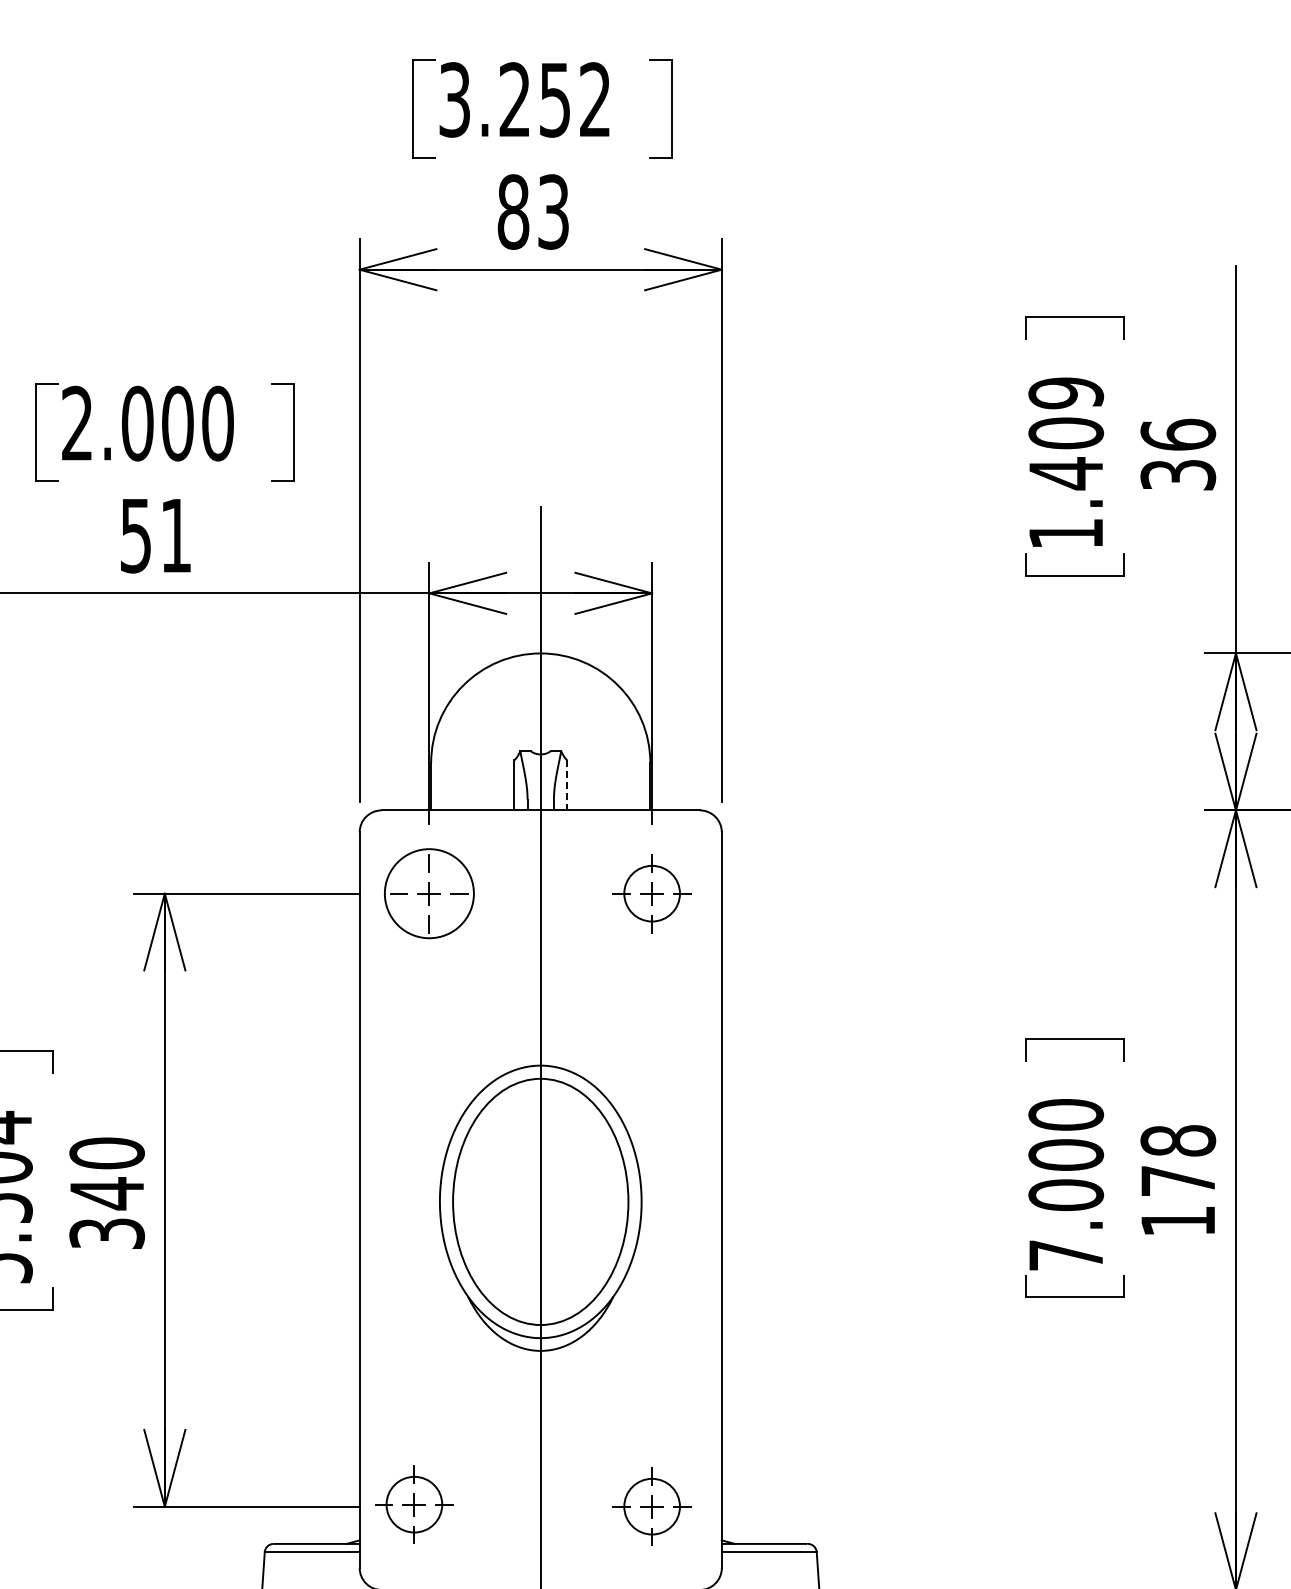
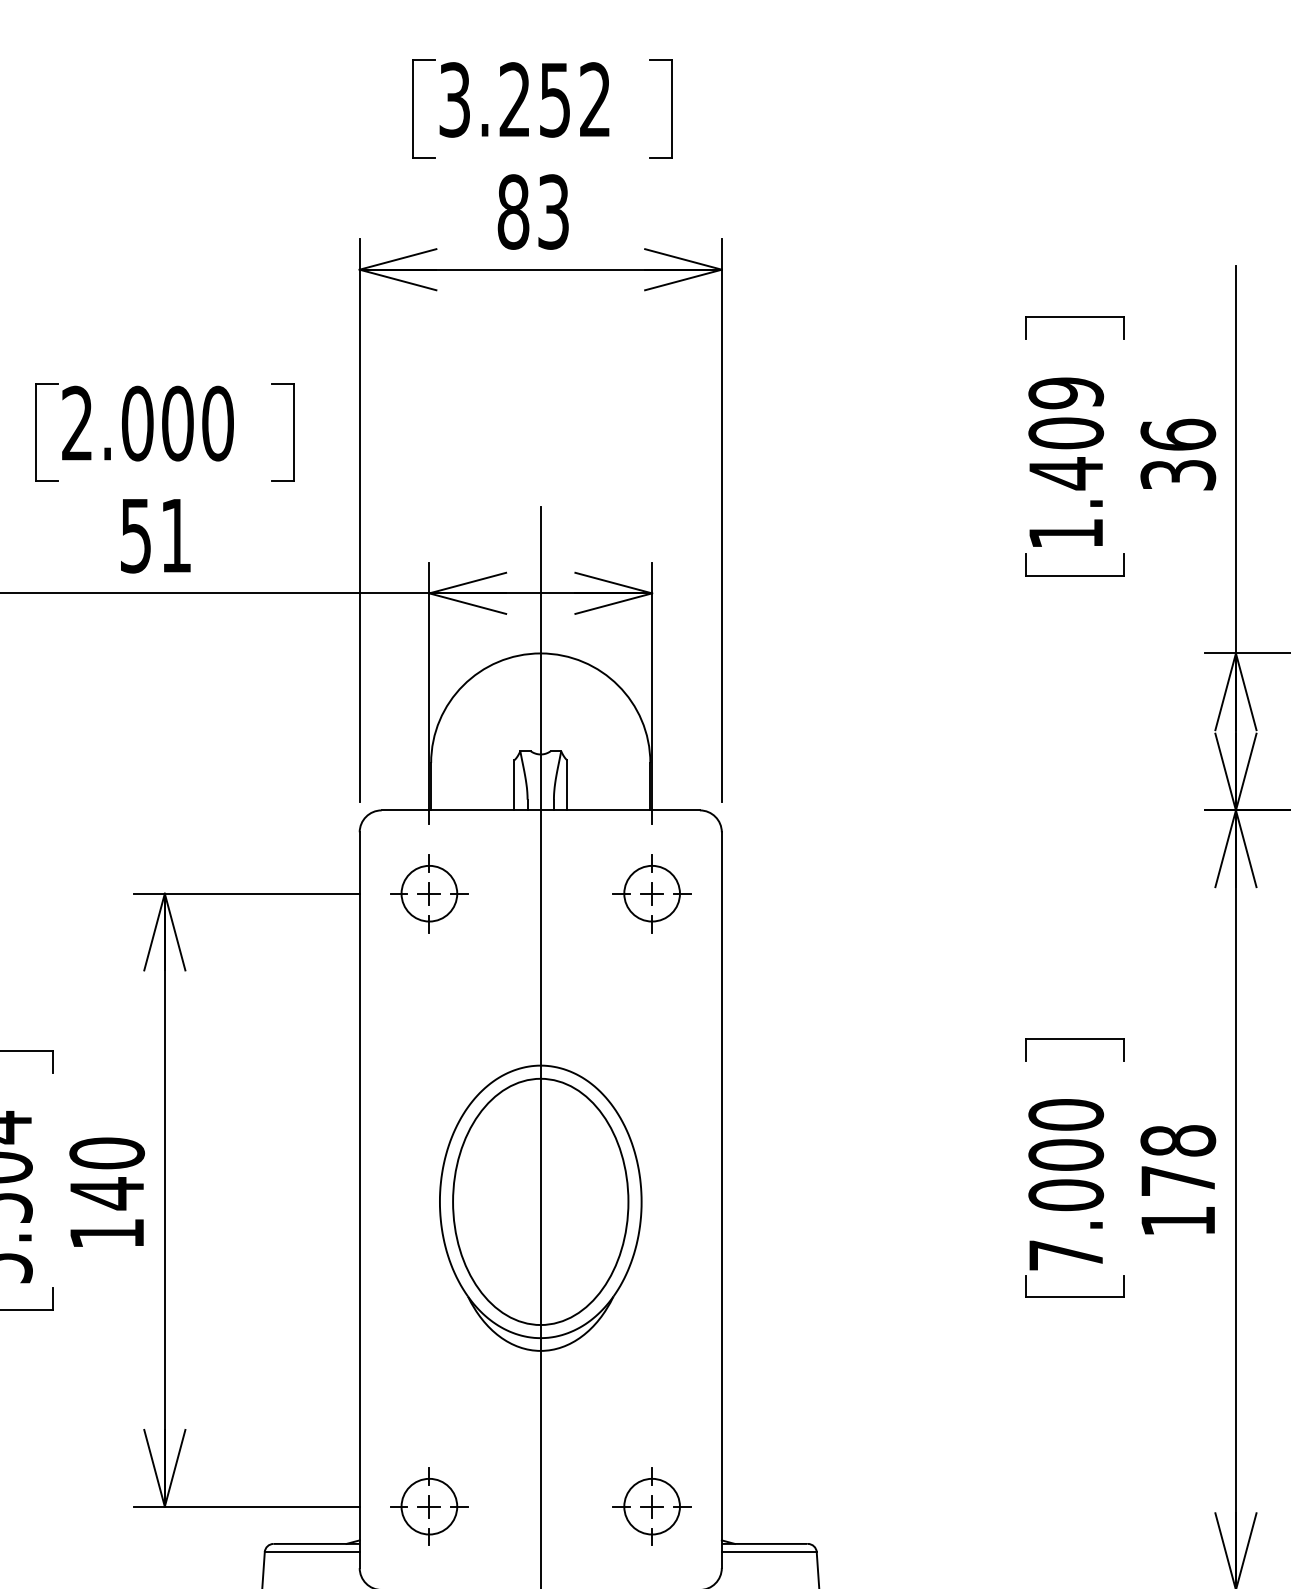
line at (567, 785): dashed -> solid
circle at (428, 893) diameter: 89 px -> 56 px
text at (107, 1233): 340 -> 140
part at (414, 1504) position: (414, 1504) -> (429, 1506)
